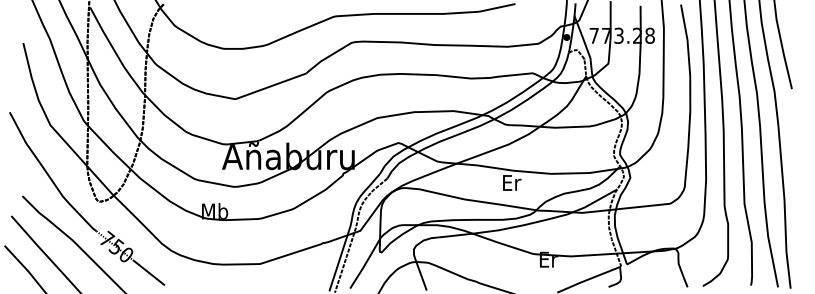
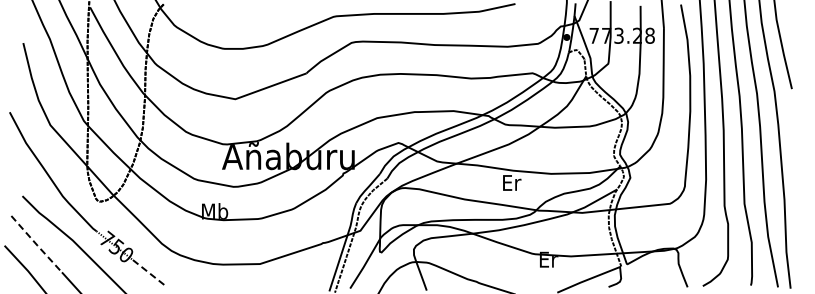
line at (37, 245): solid -> dashed
line at (149, 273): solid -> dashed
